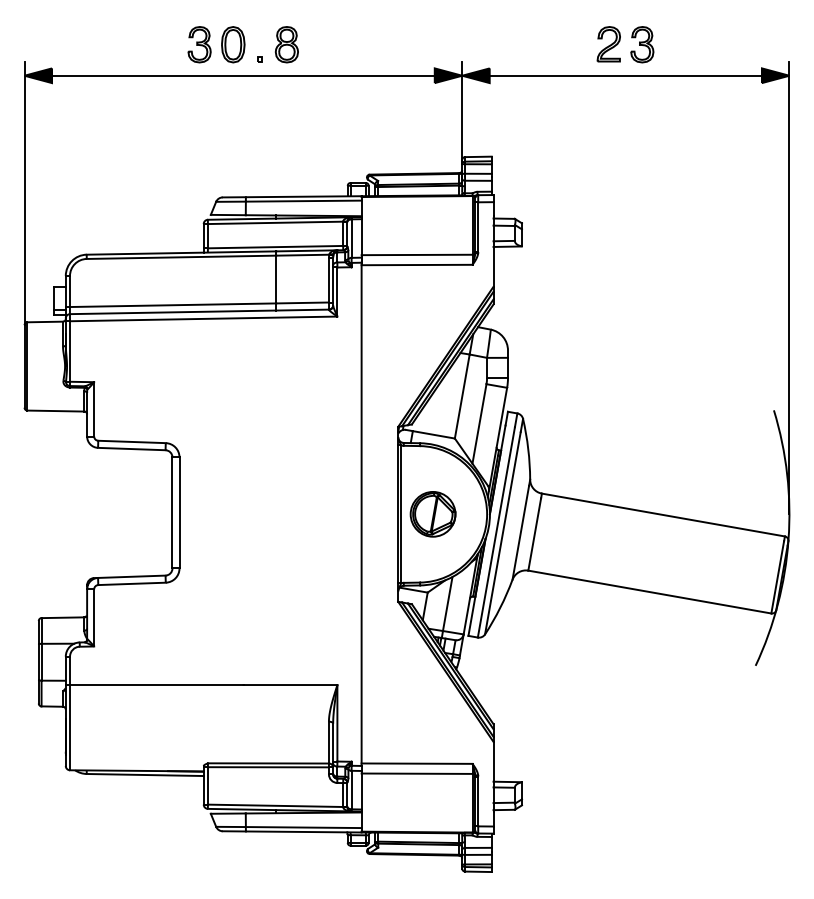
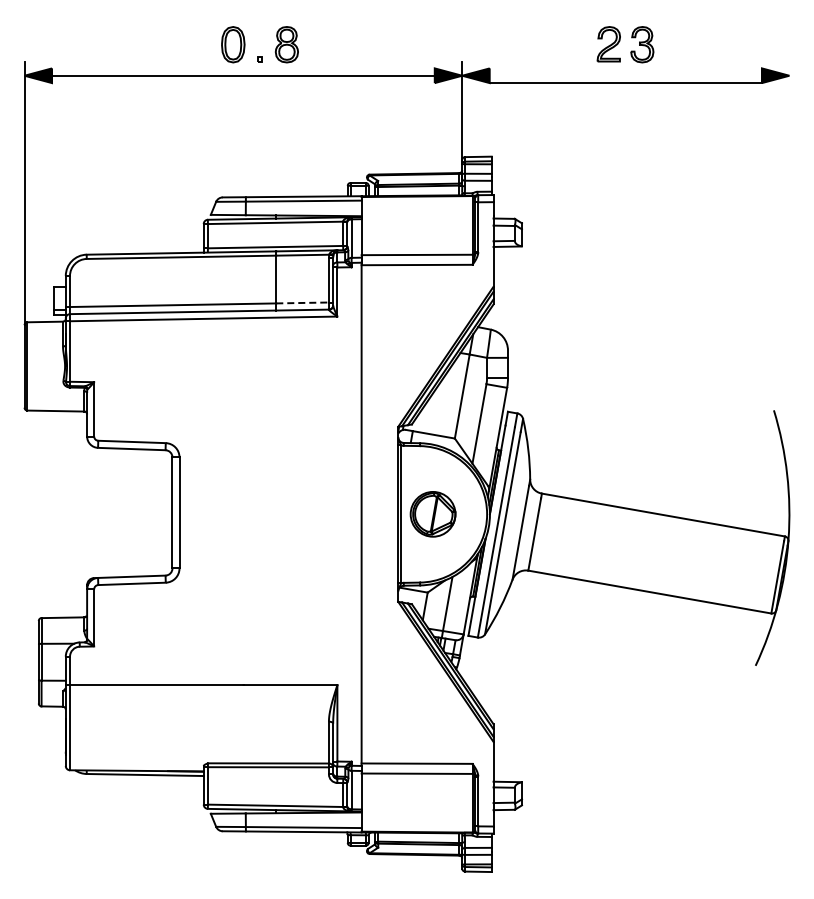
part at (199, 44): present -> none
line at (625, 75) position: (625, 75) -> (625, 82)
line at (789, 287): present -> none
line at (303, 302): solid -> dashed
